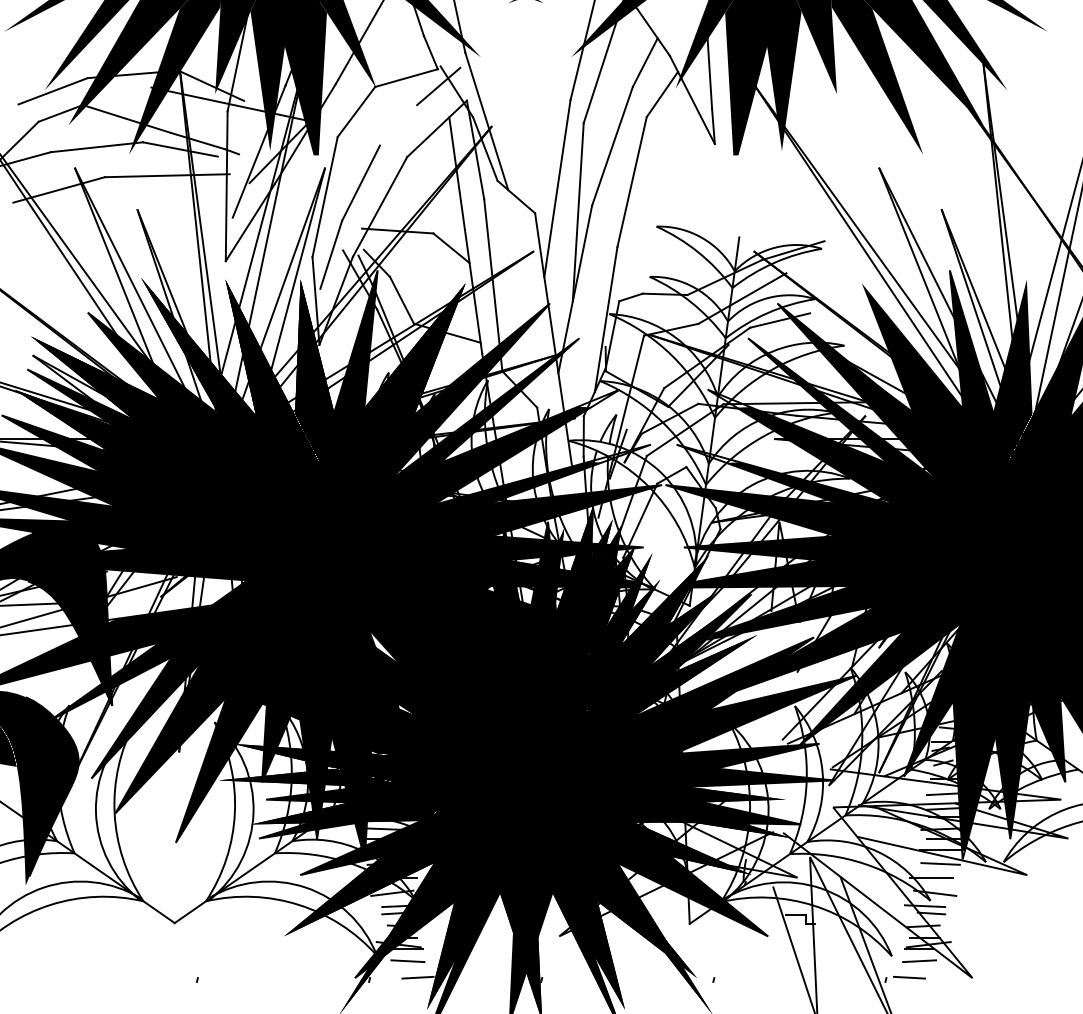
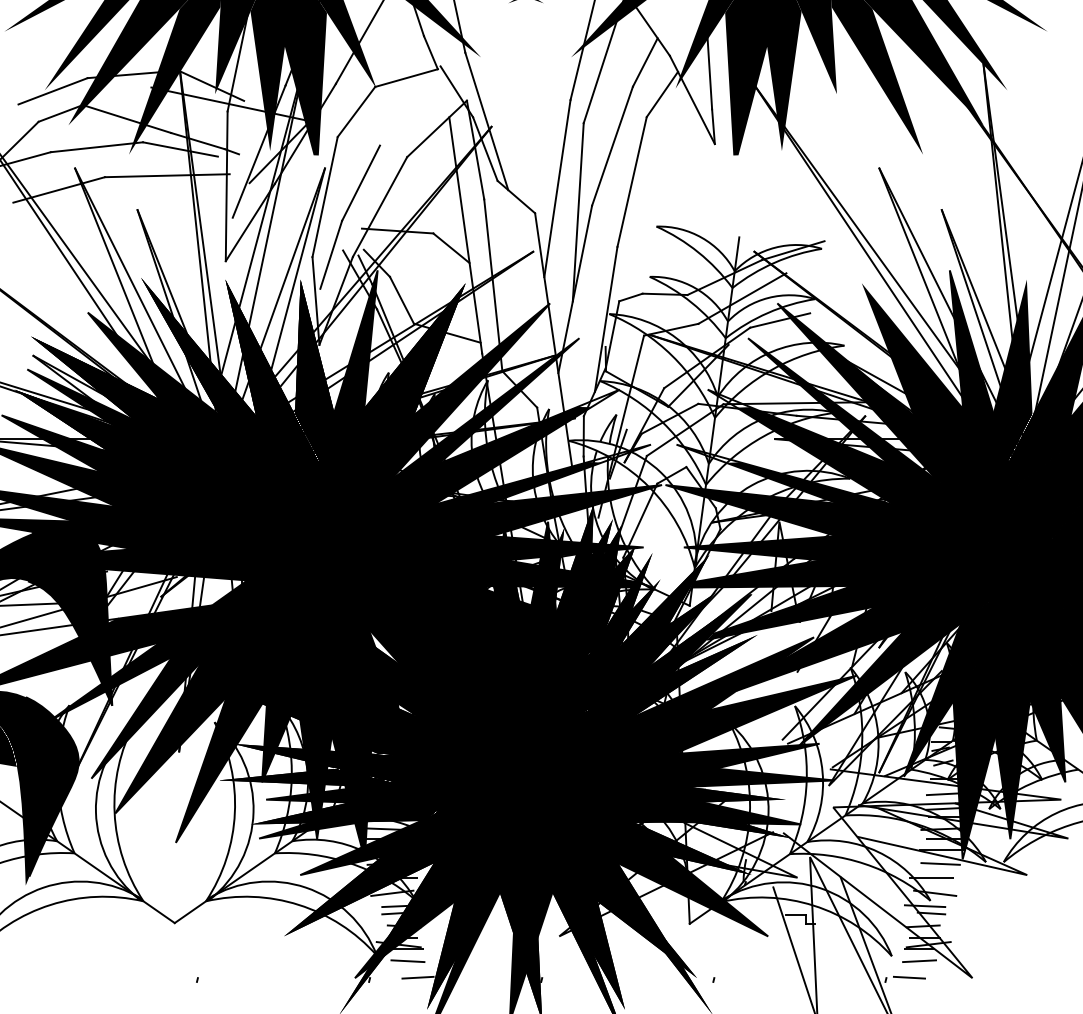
line at (438, 86): present -> none
